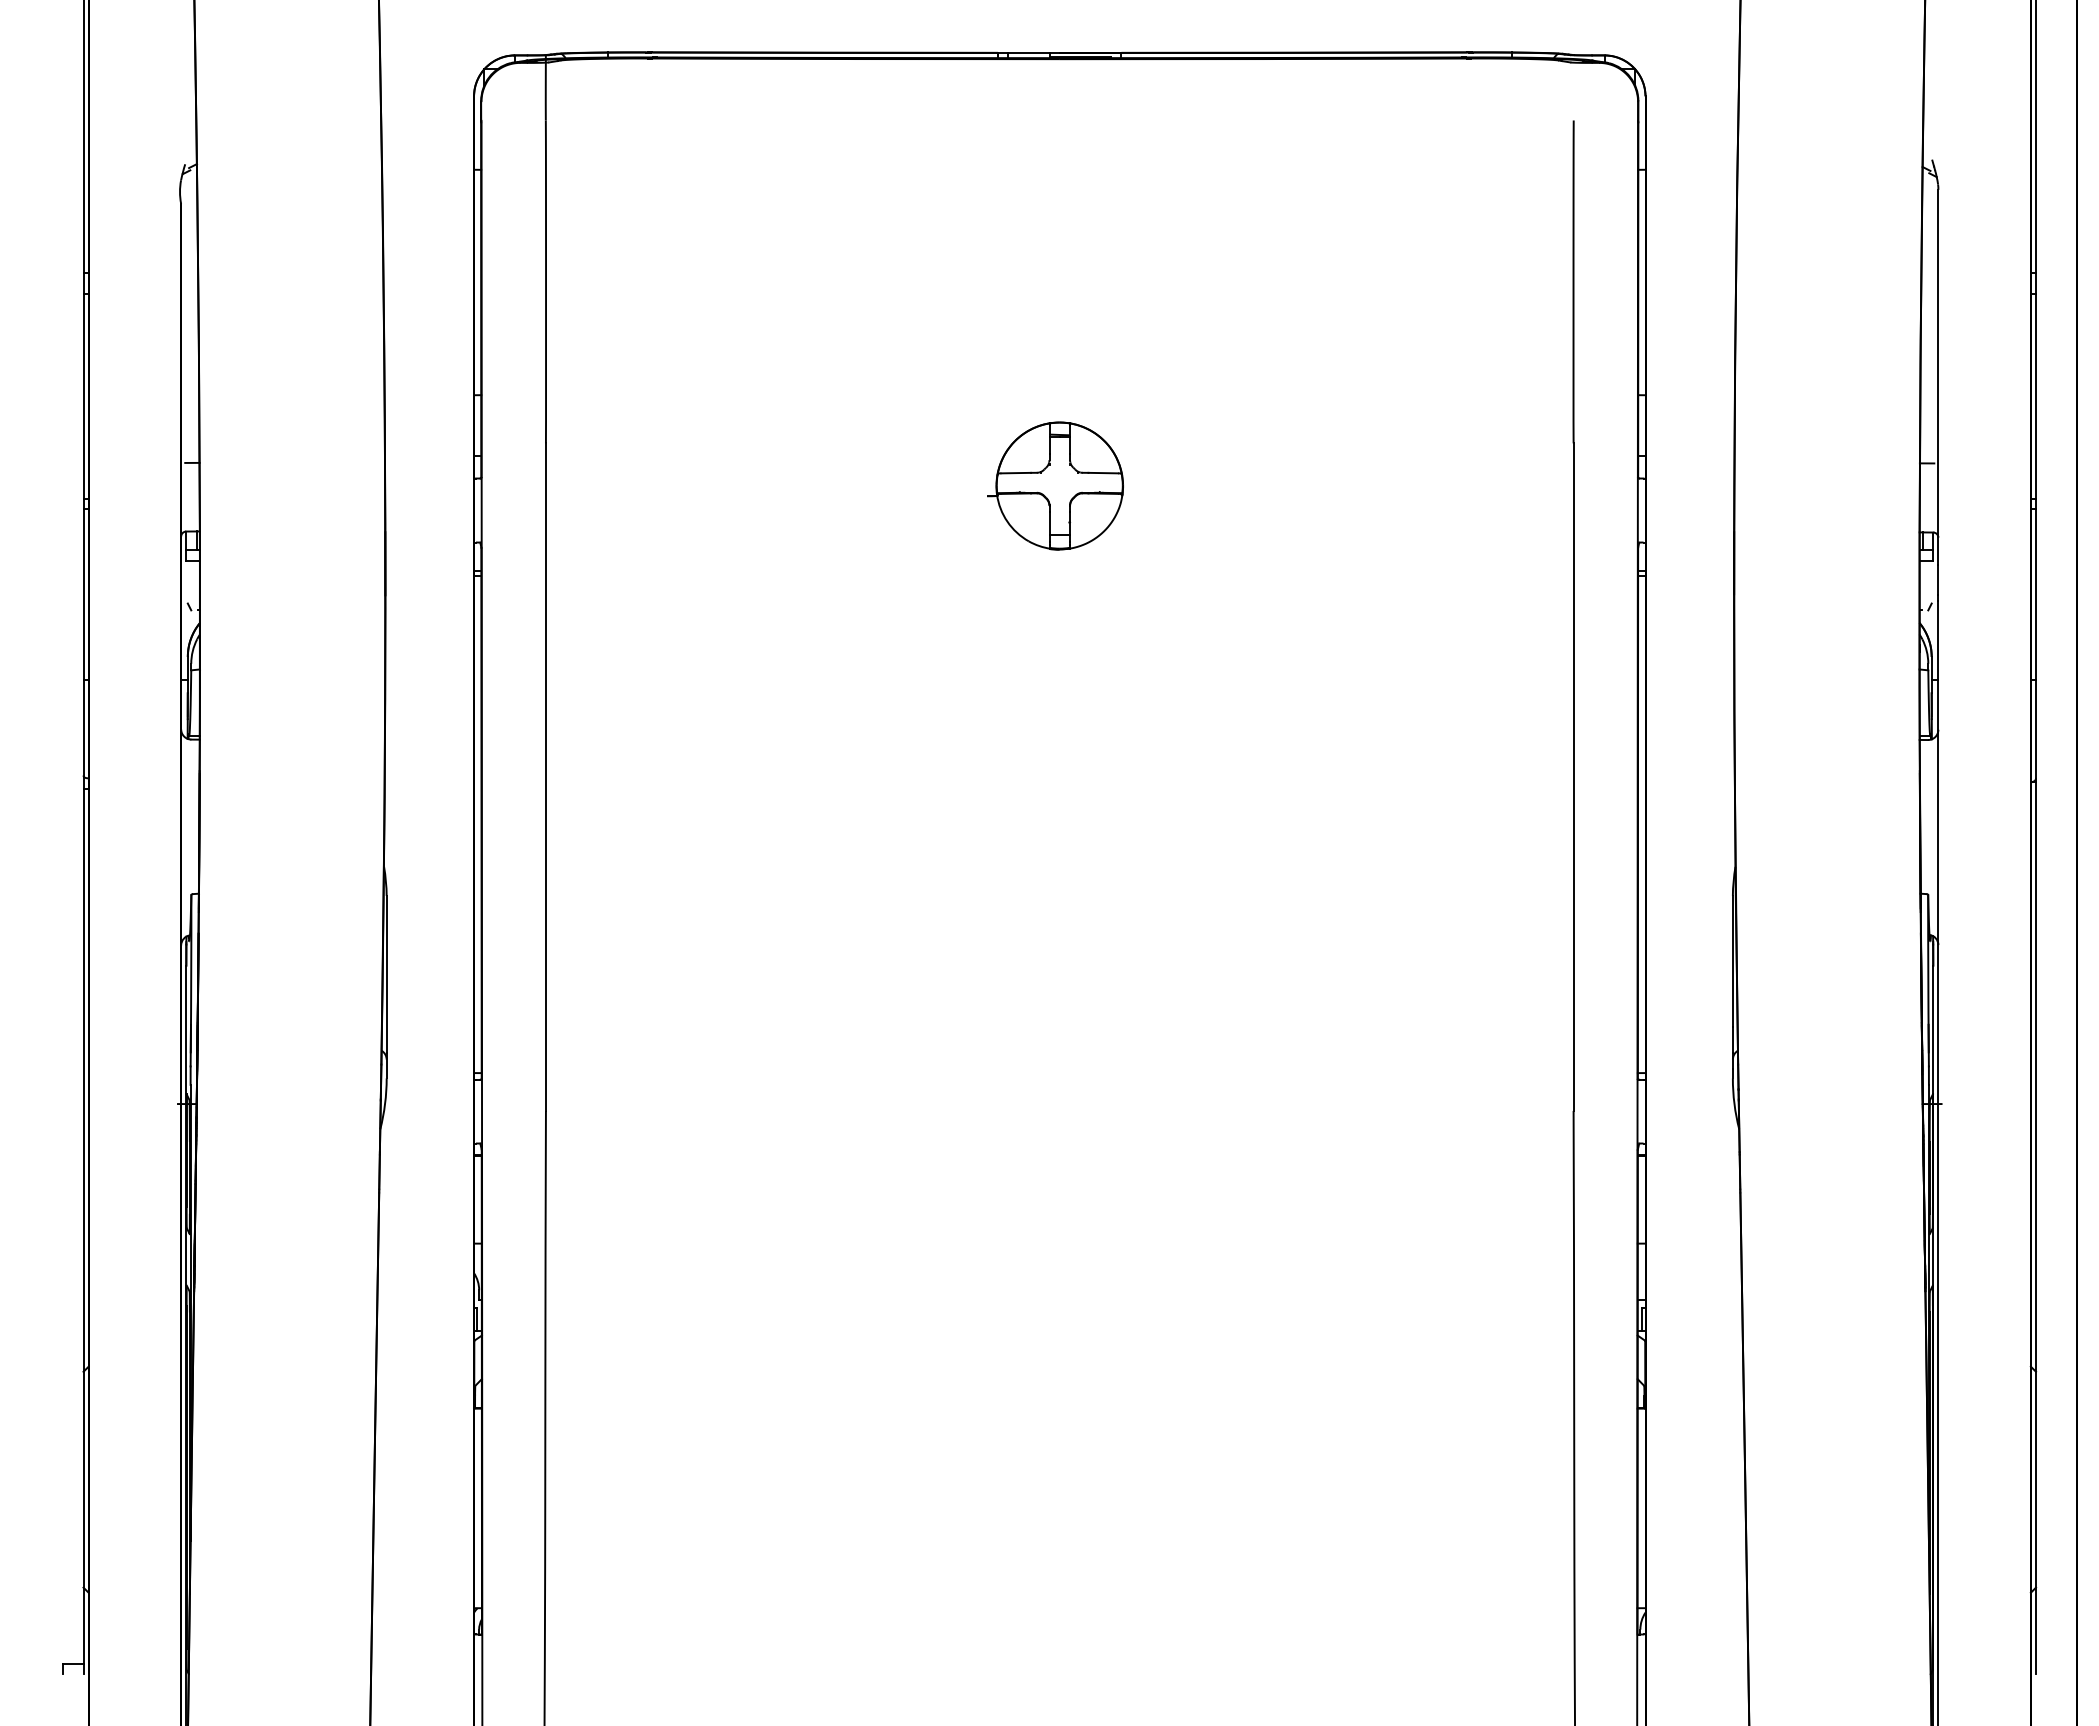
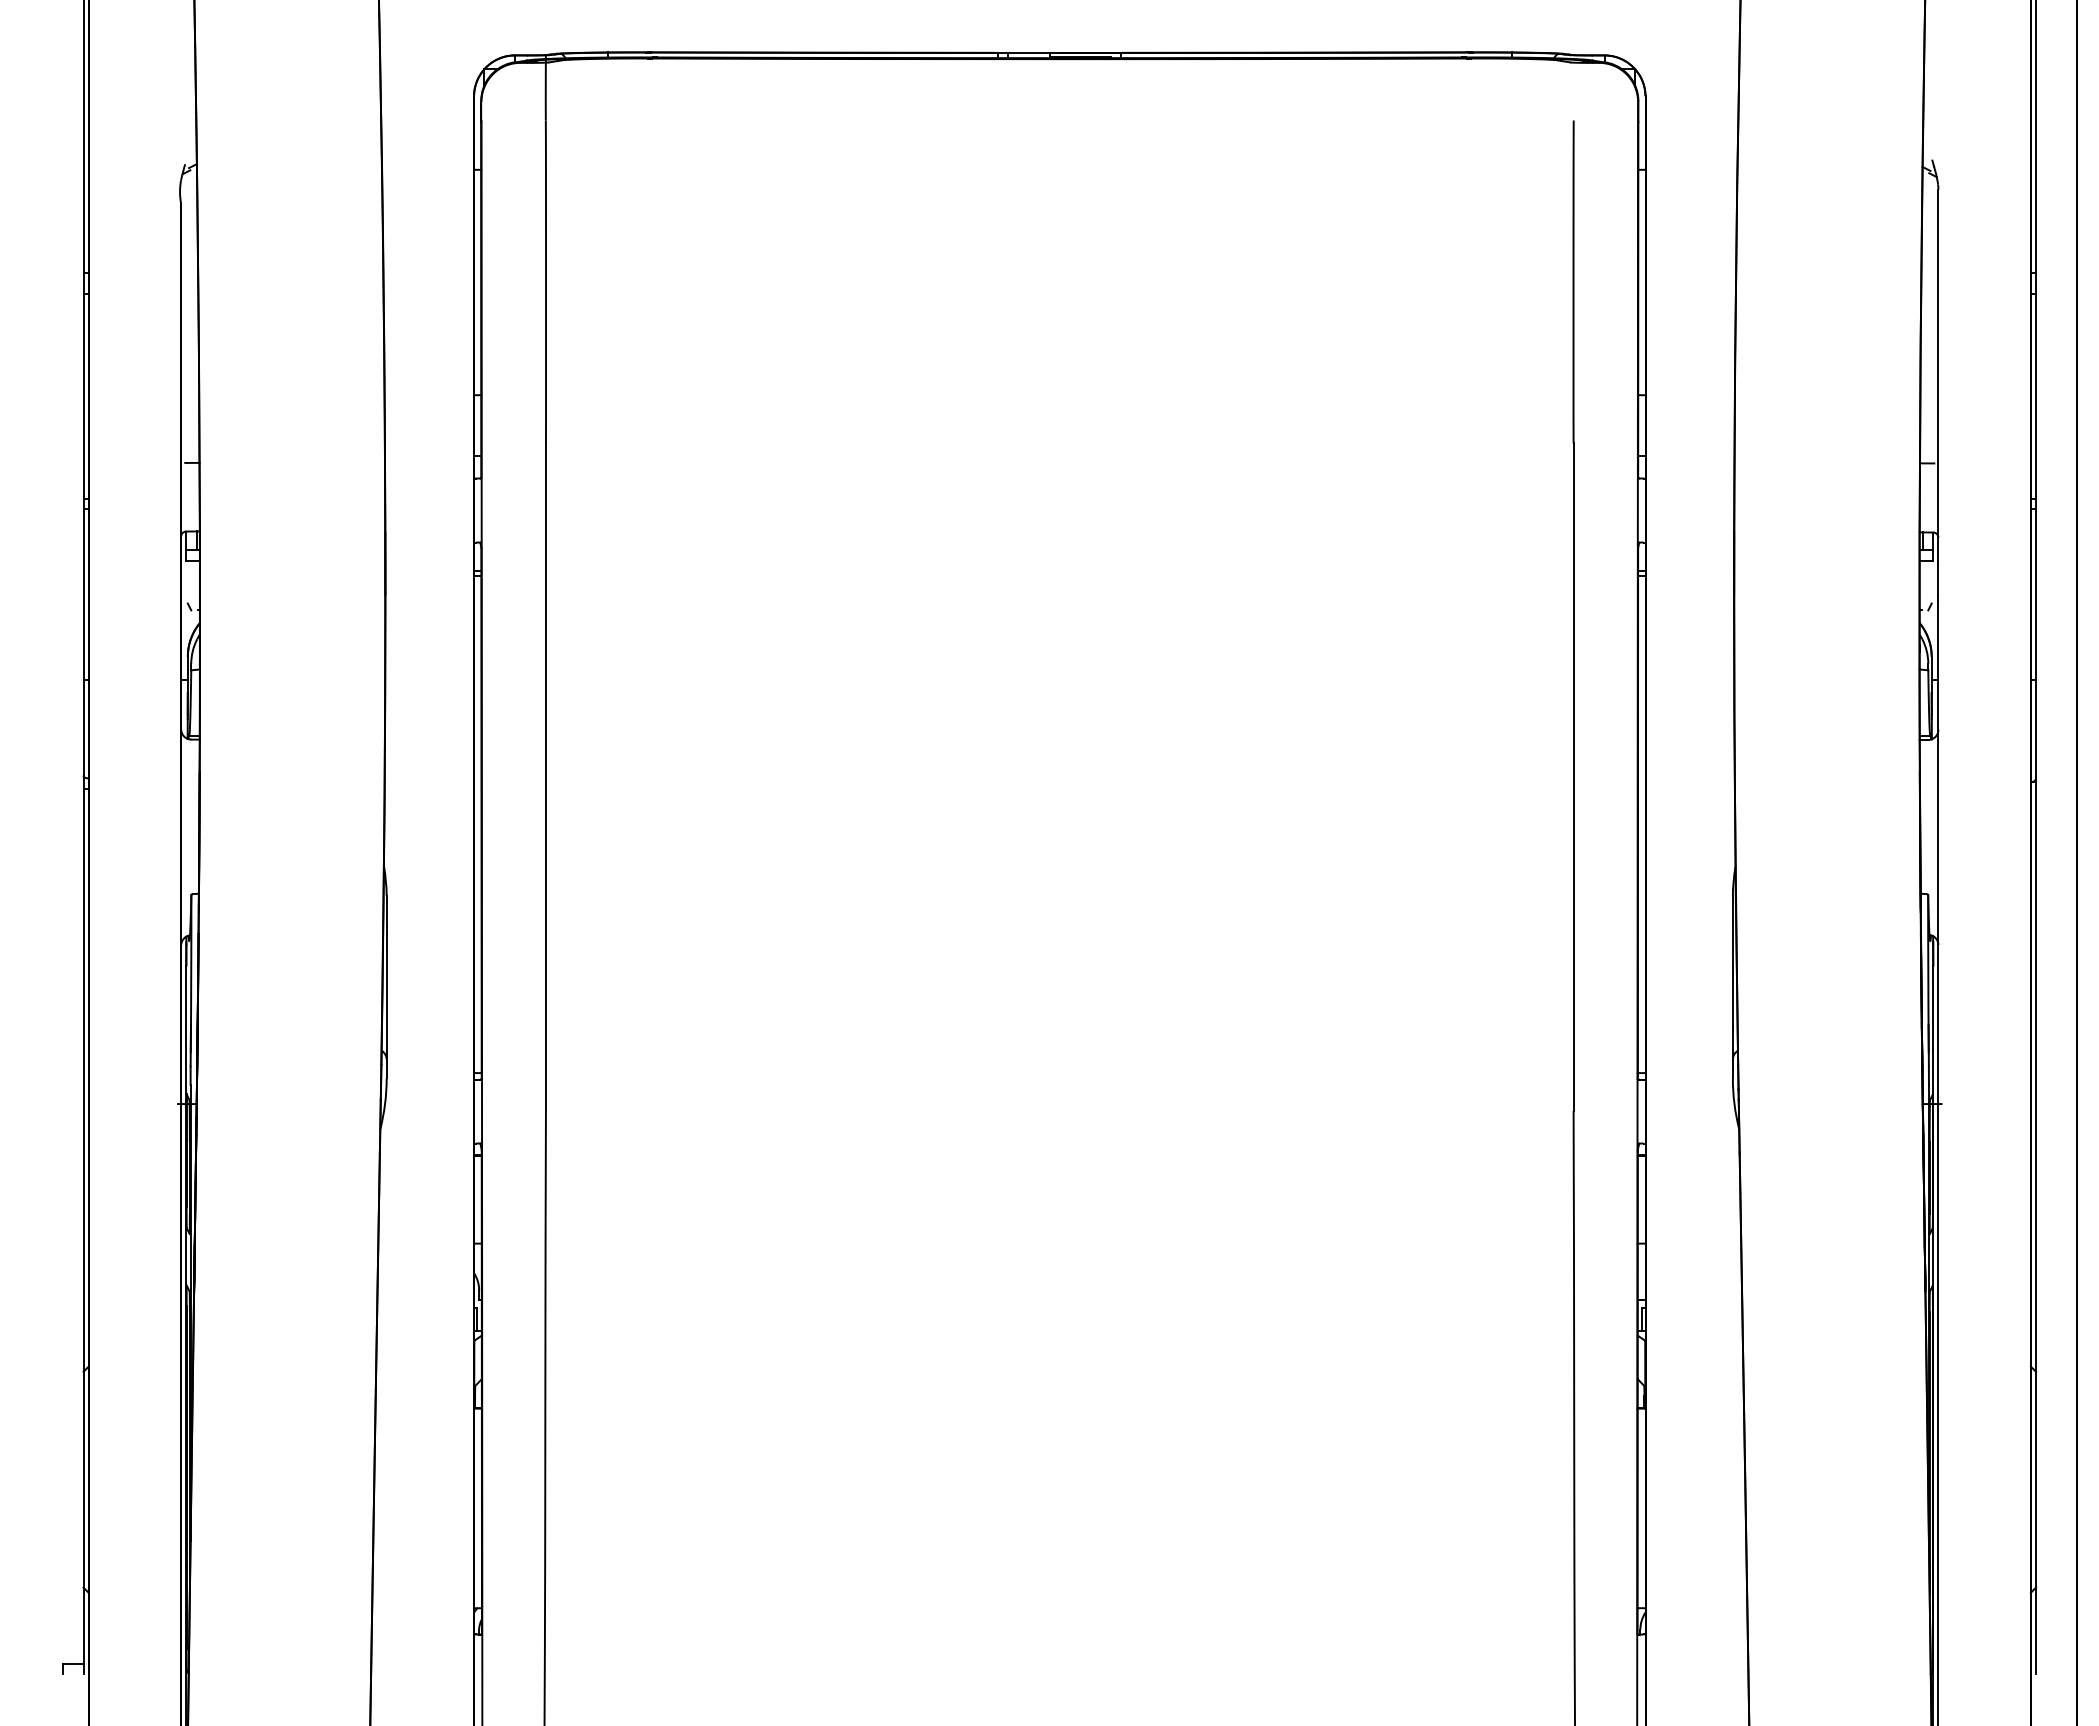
part at (1055, 485): present -> none
